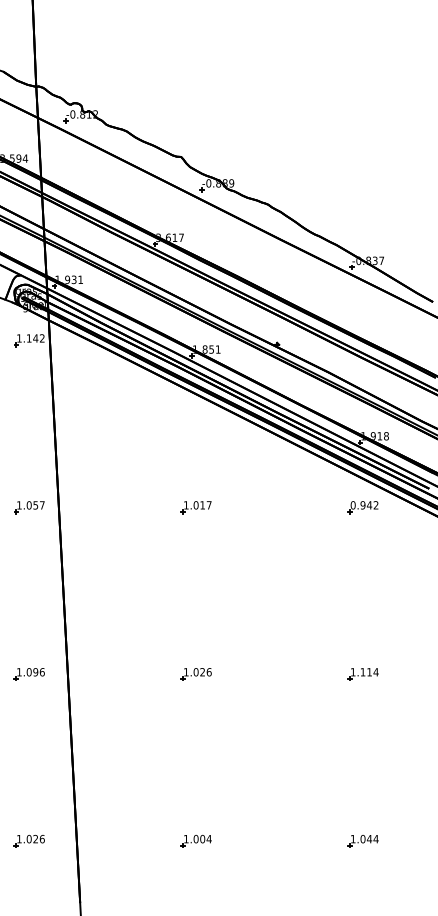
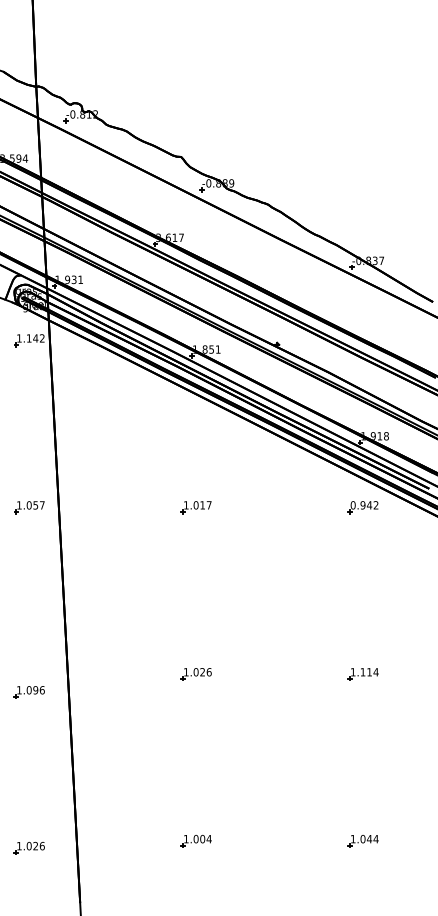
part at (28, 674) position: (28, 674) -> (28, 692)
part at (28, 840) position: (28, 840) -> (28, 847)
